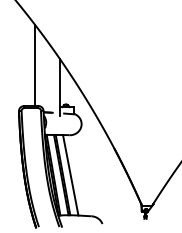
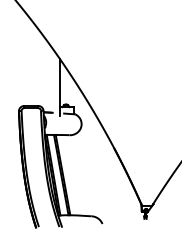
line at (35, 65): present -> none
line at (70, 175): present -> none
